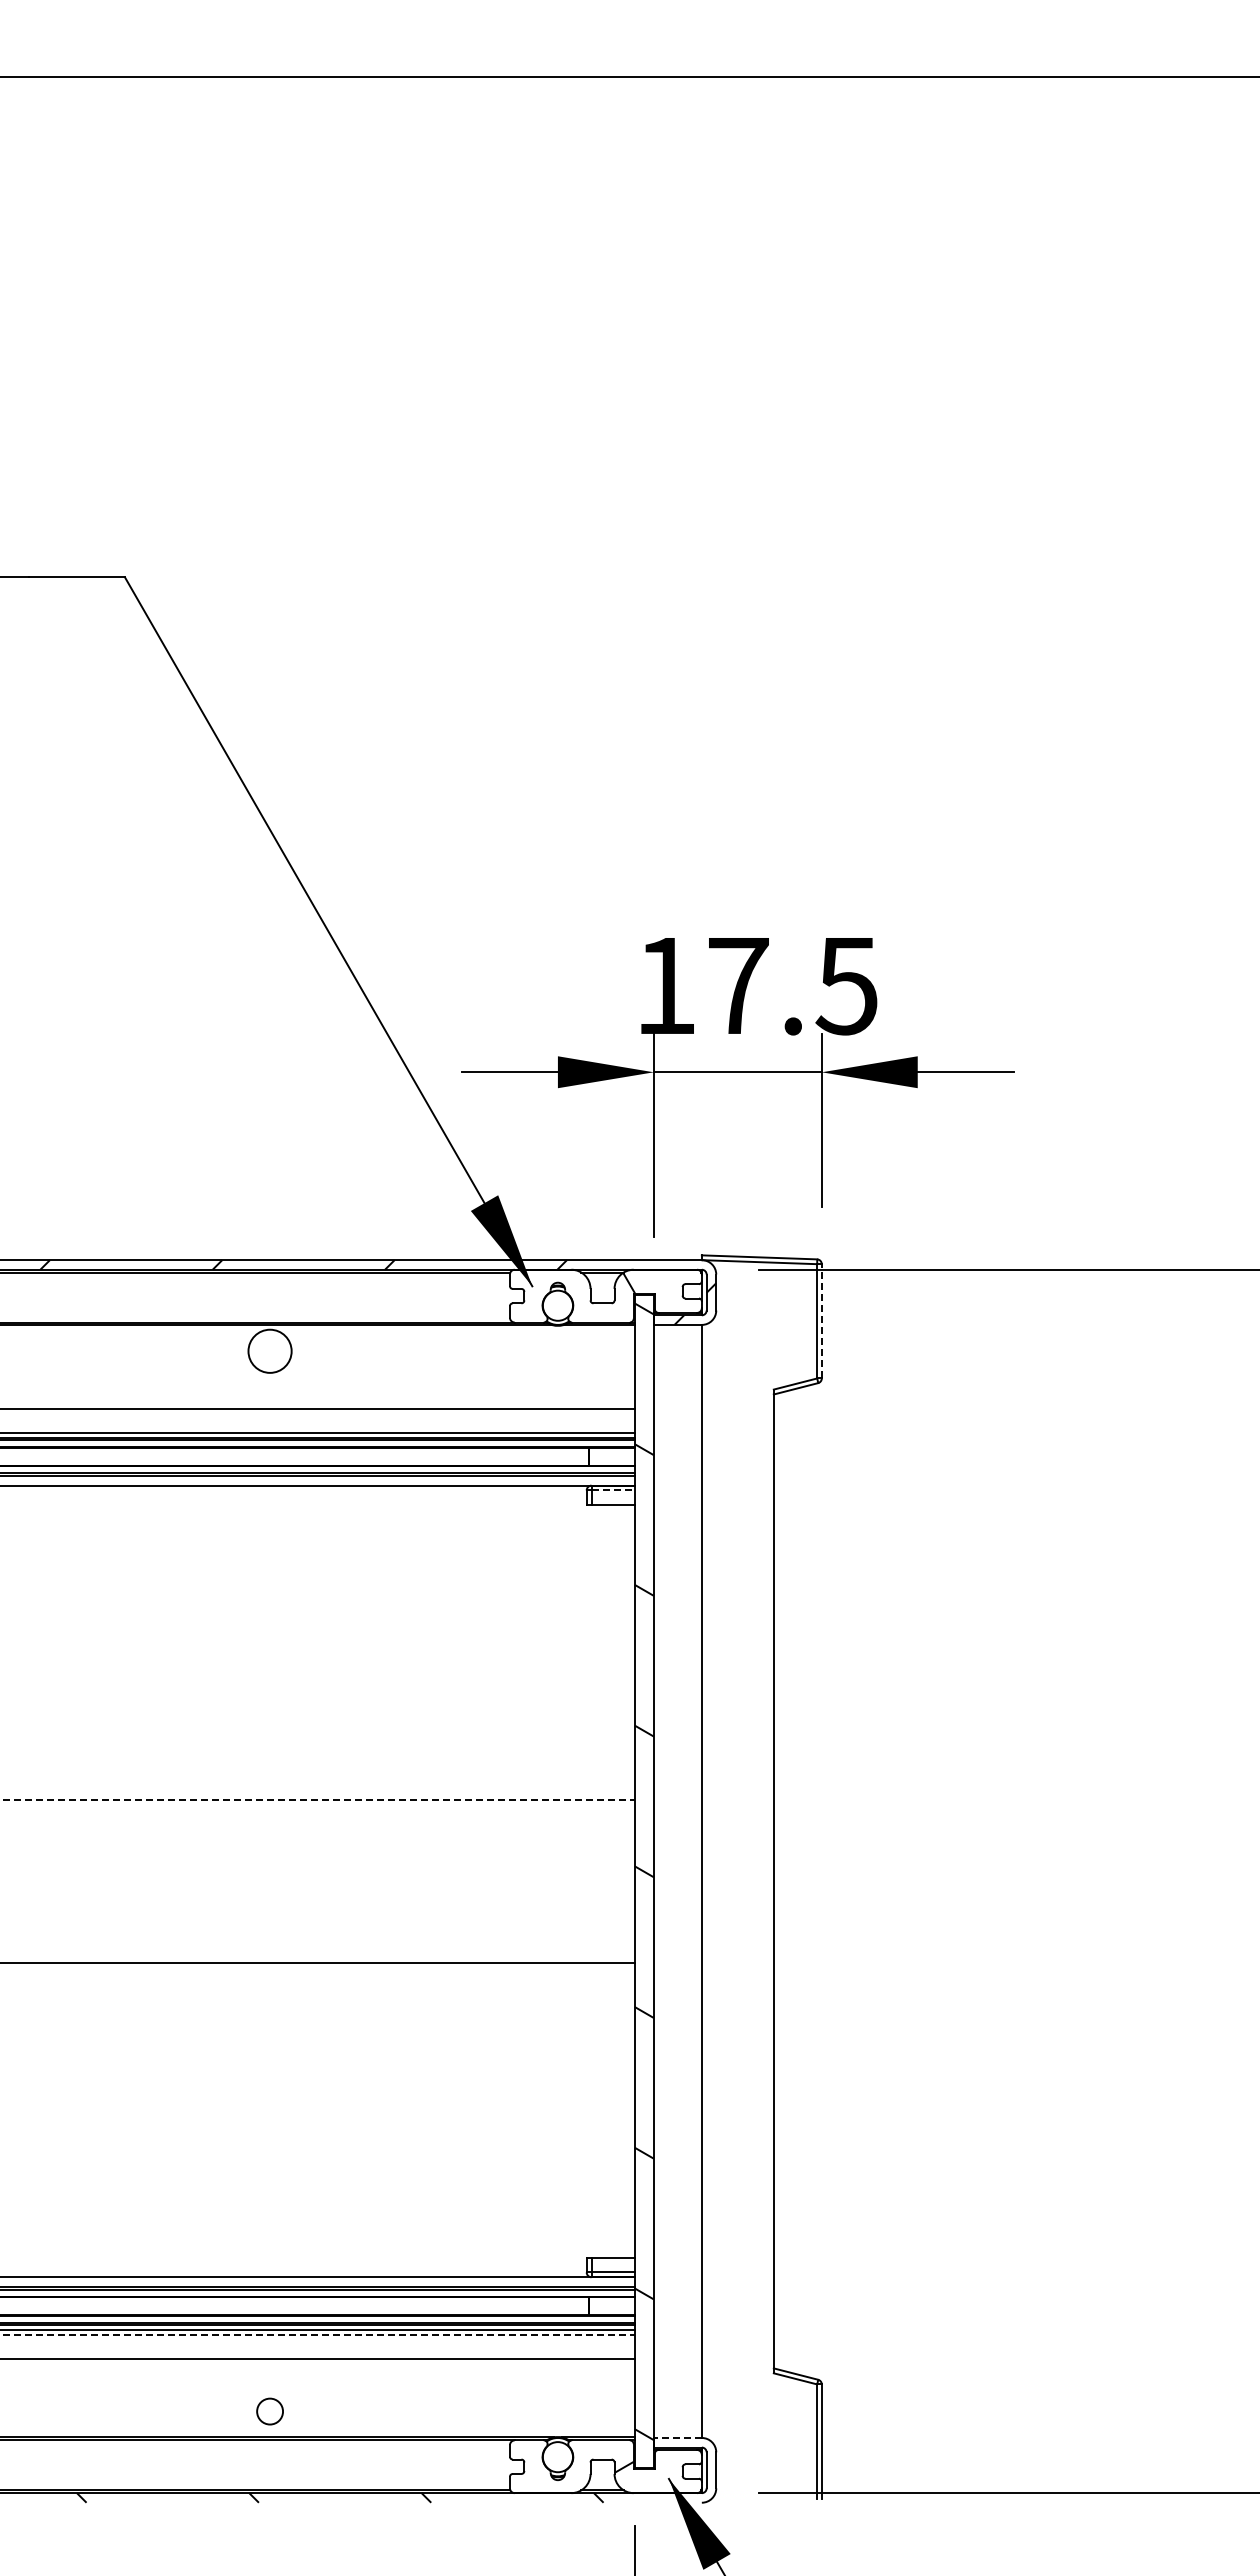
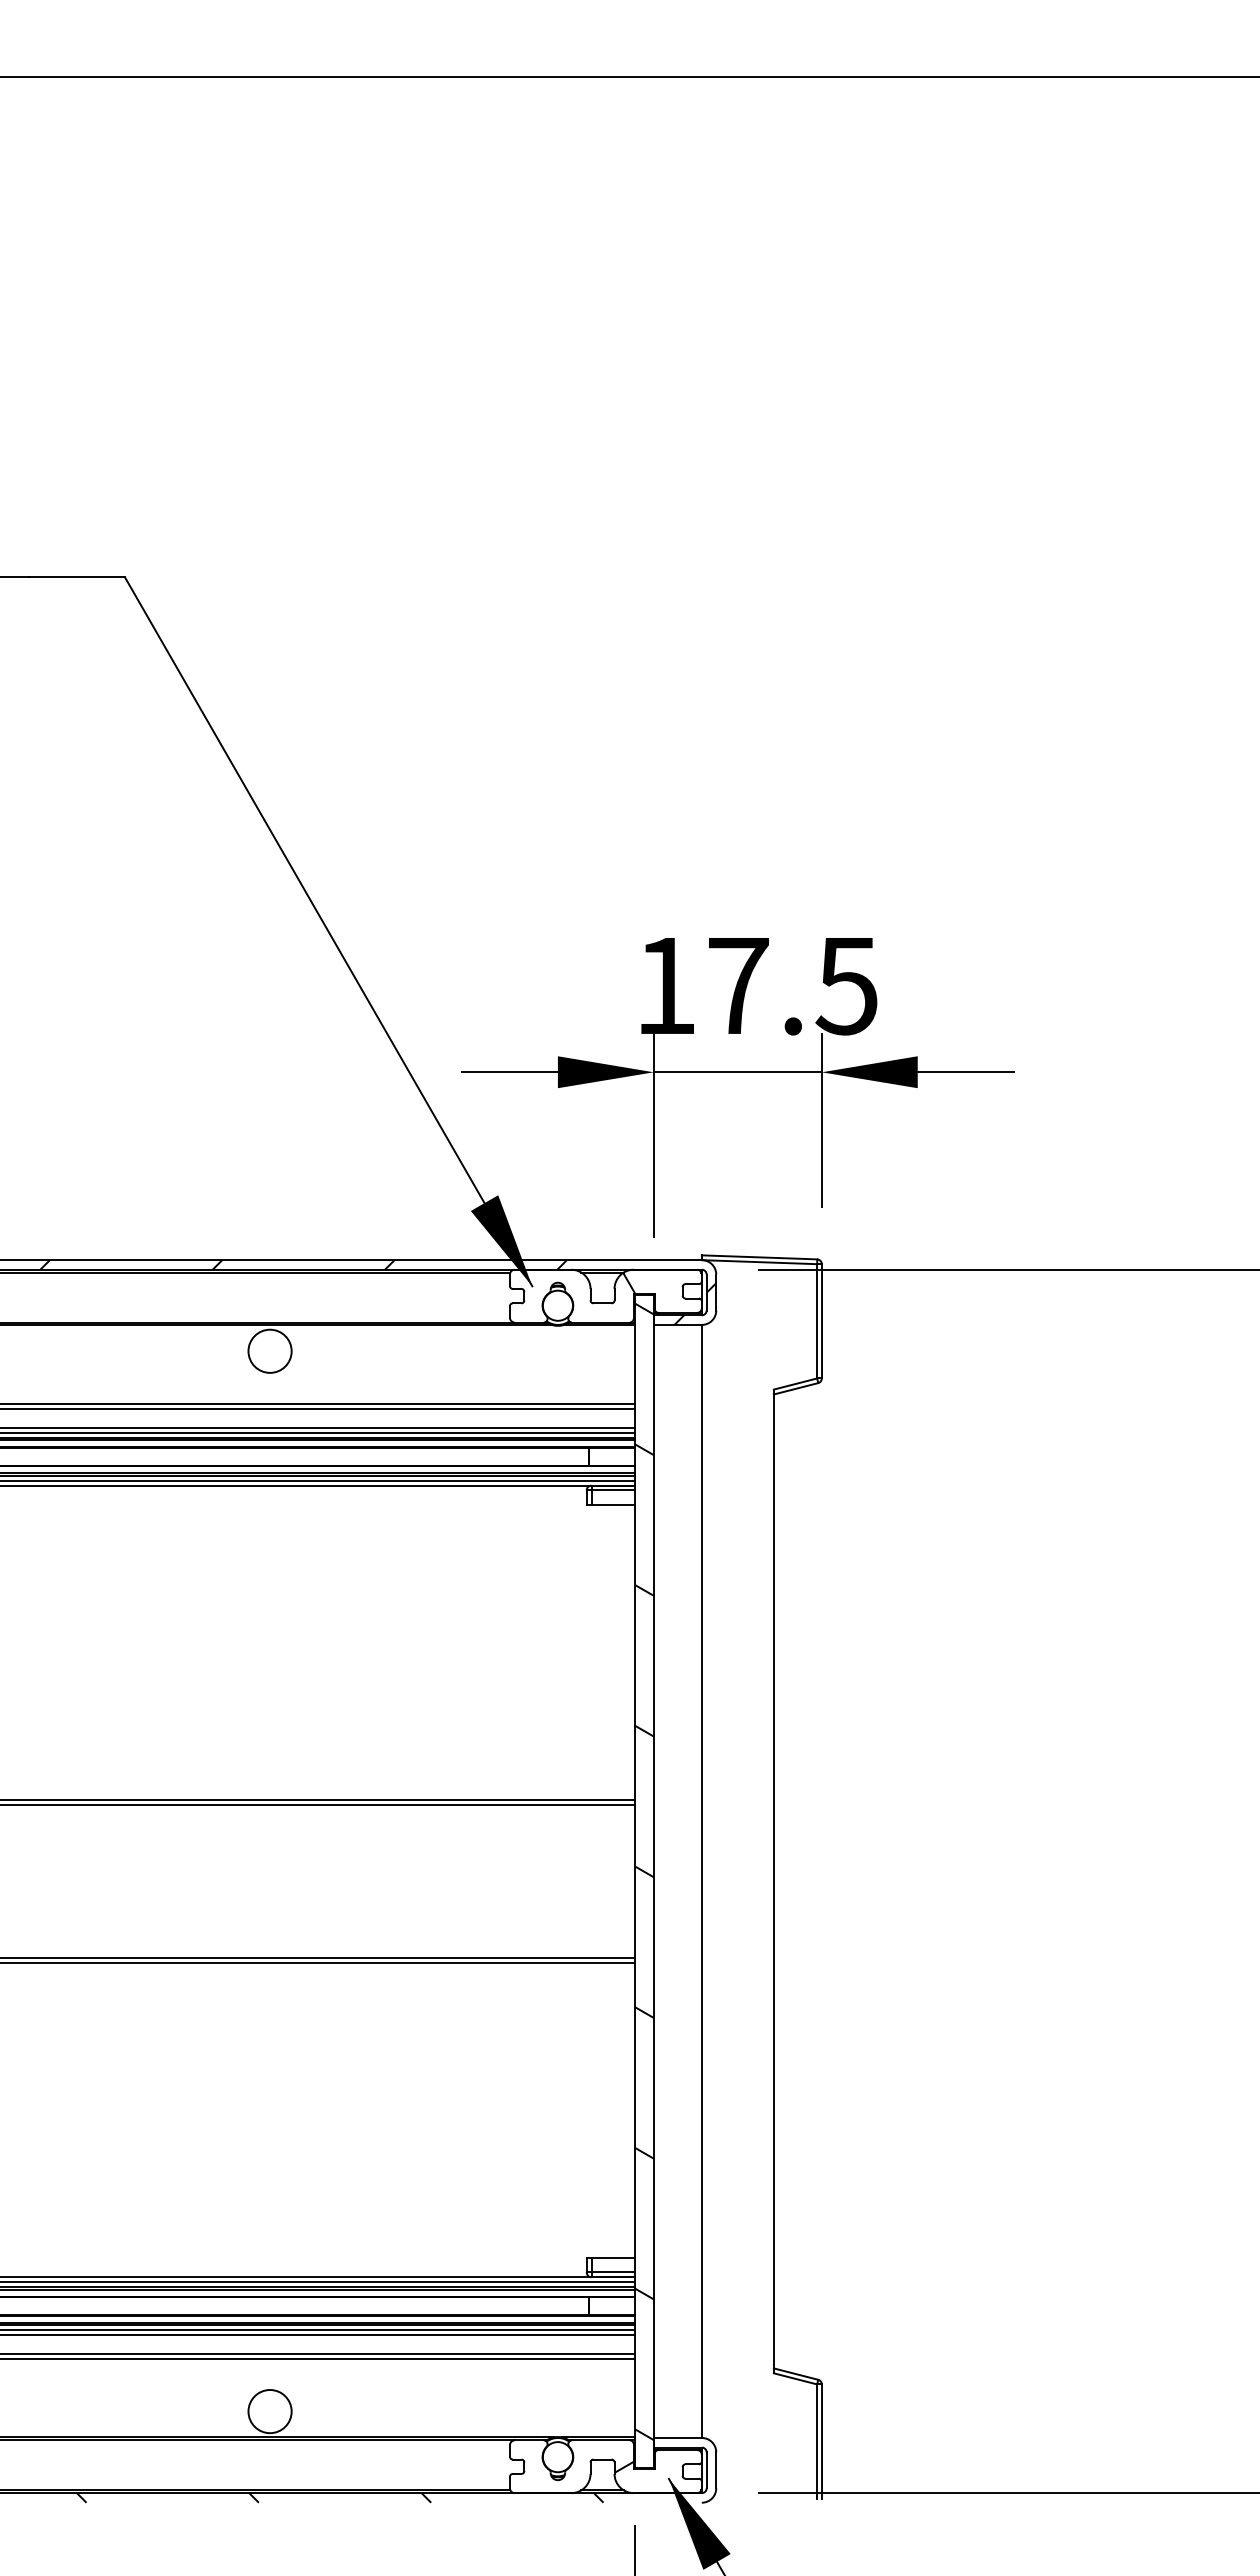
line at (821, 1320): dashed -> solid
line at (318, 1404): none -> present
line at (318, 1428): none -> present
line at (318, 1480): none -> present
line at (613, 1490): dashed -> solid
line at (317, 1799): dashed -> solid
line at (318, 1804): none -> present
line at (318, 1958): none -> present
line at (318, 2282): none -> present
line at (317, 2334): dashed -> solid
line at (318, 2354): none -> present
circle at (270, 2411) diameter: 26 px -> 43 px
line at (677, 2437): dashed -> solid
